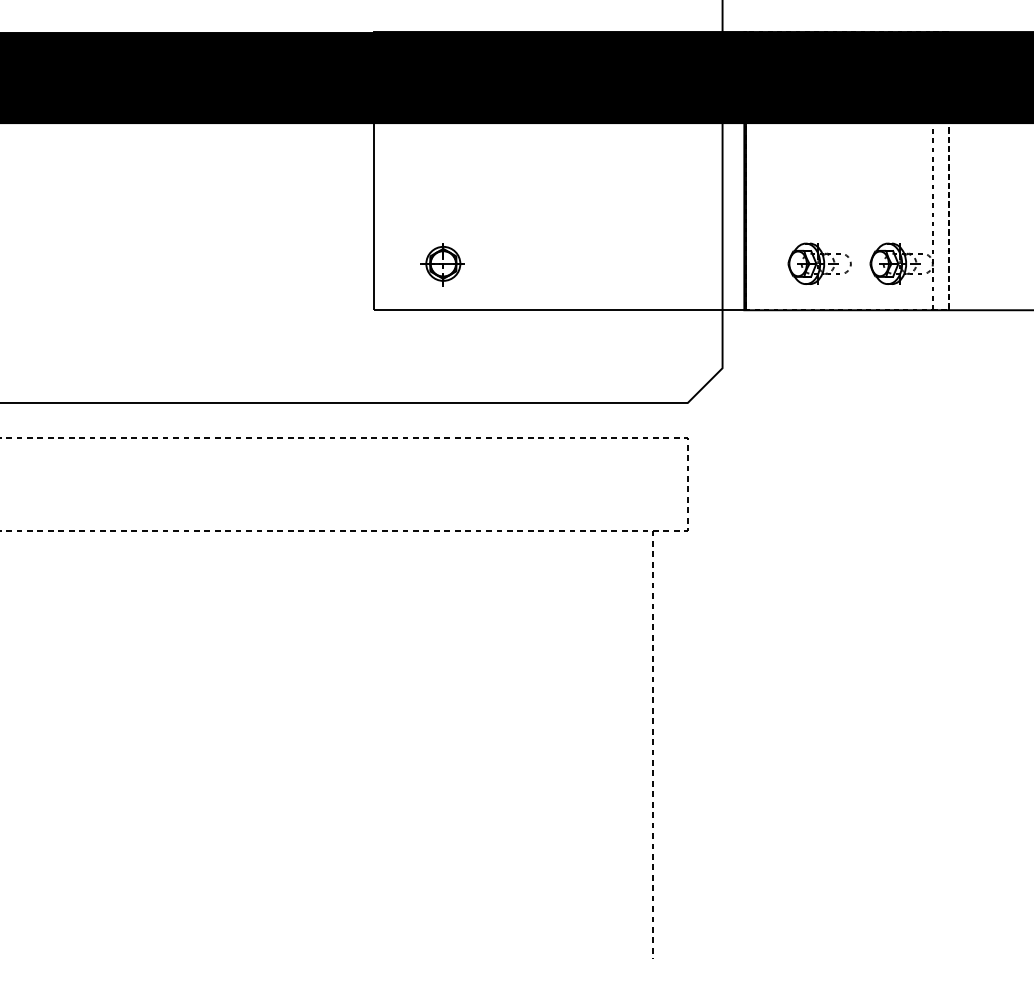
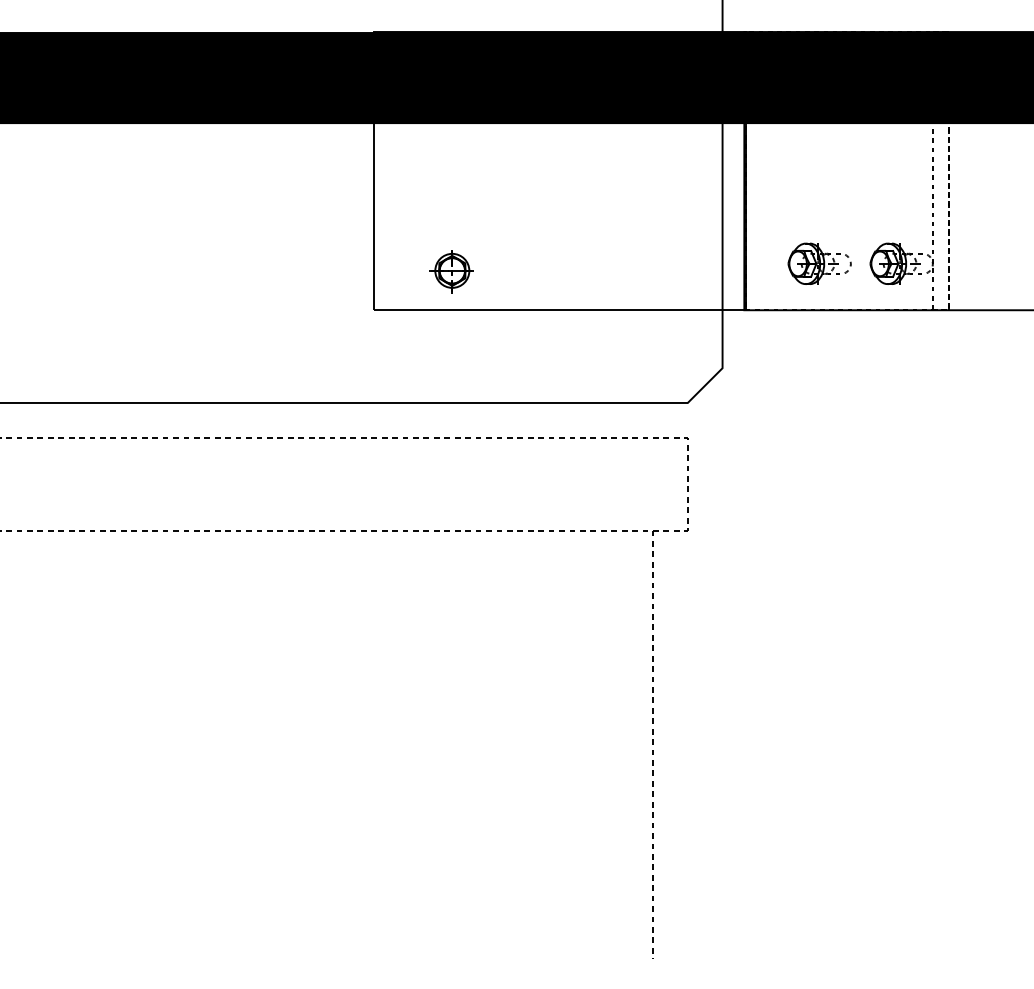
part at (442, 264) position: (442, 264) -> (451, 271)
